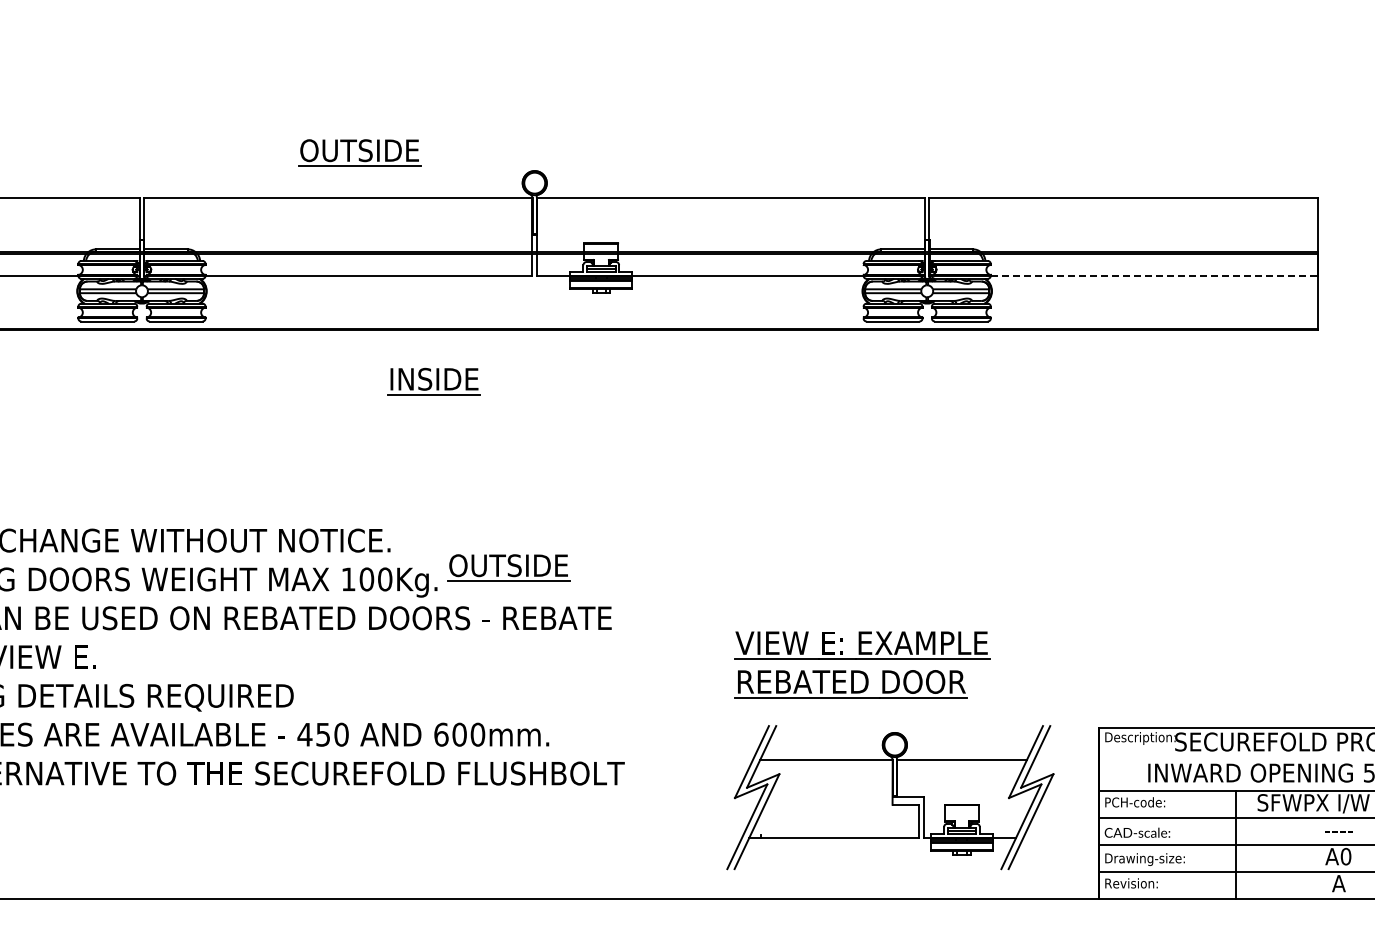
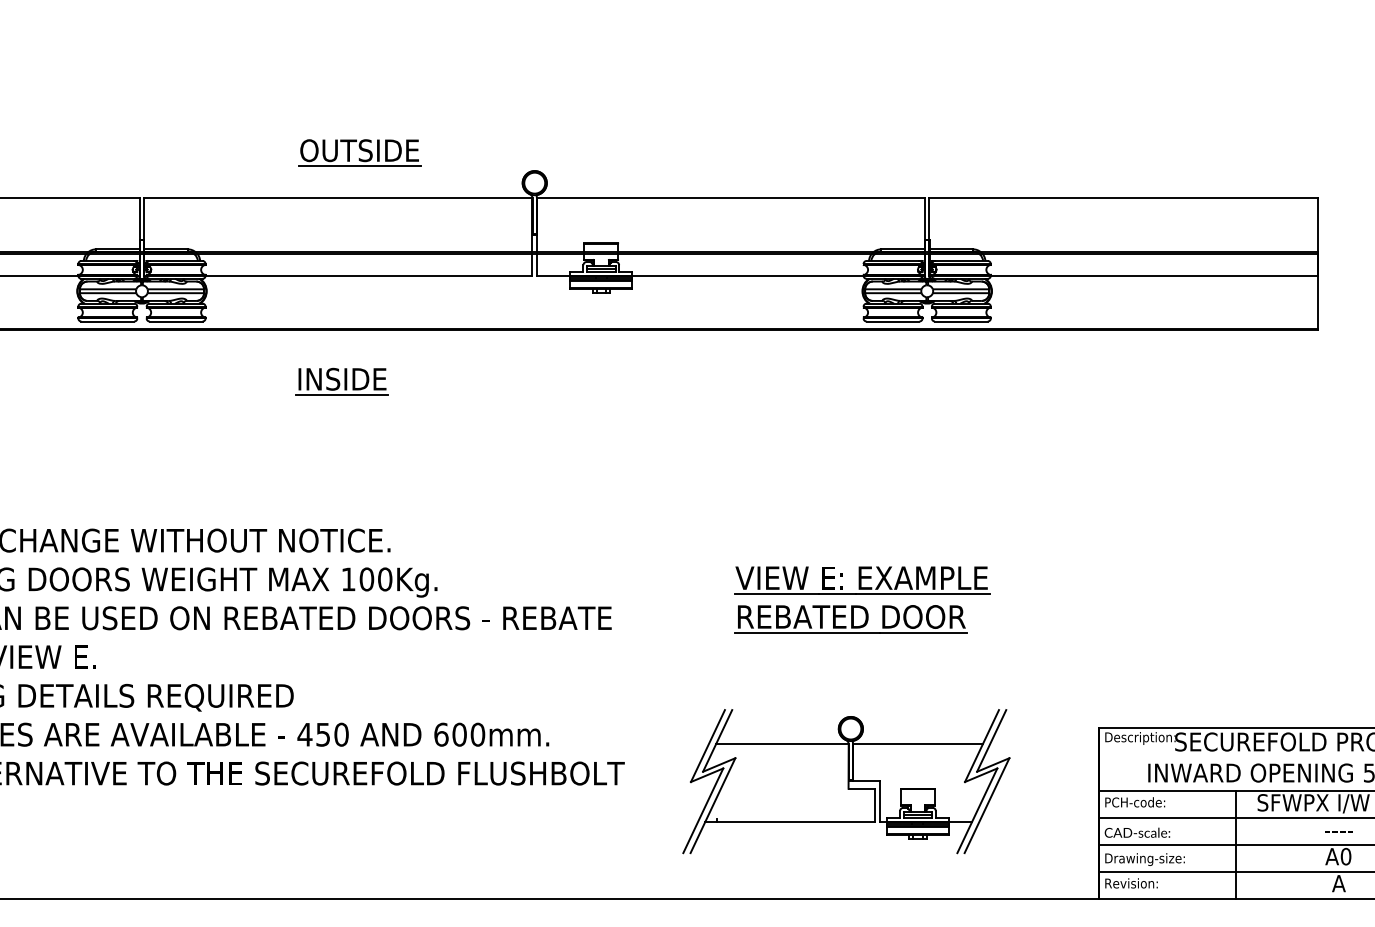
line at (1154, 276): dashed -> solid
part at (433, 381) position: (433, 381) -> (341, 381)
part at (508, 567): present -> none
part at (862, 664) position: (862, 664) -> (862, 599)
part at (890, 797) position: (890, 797) -> (846, 781)
